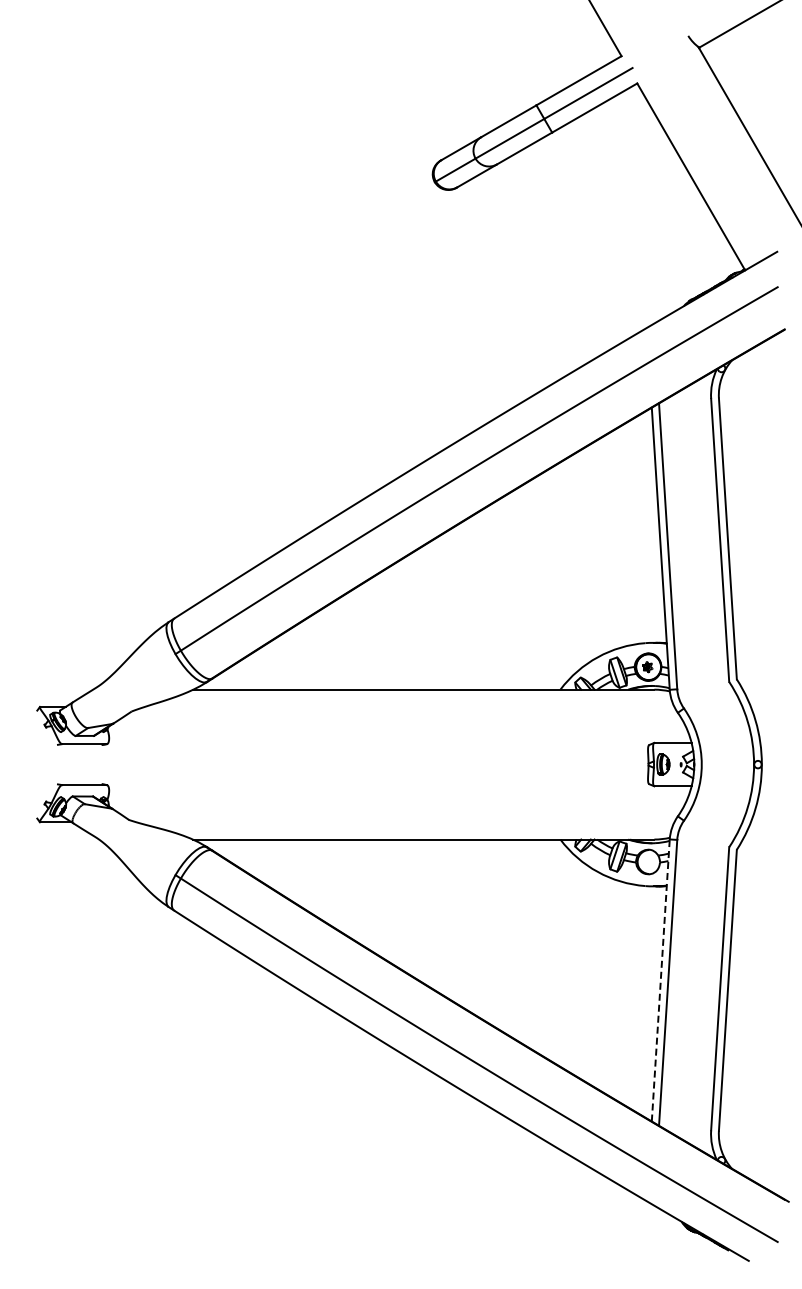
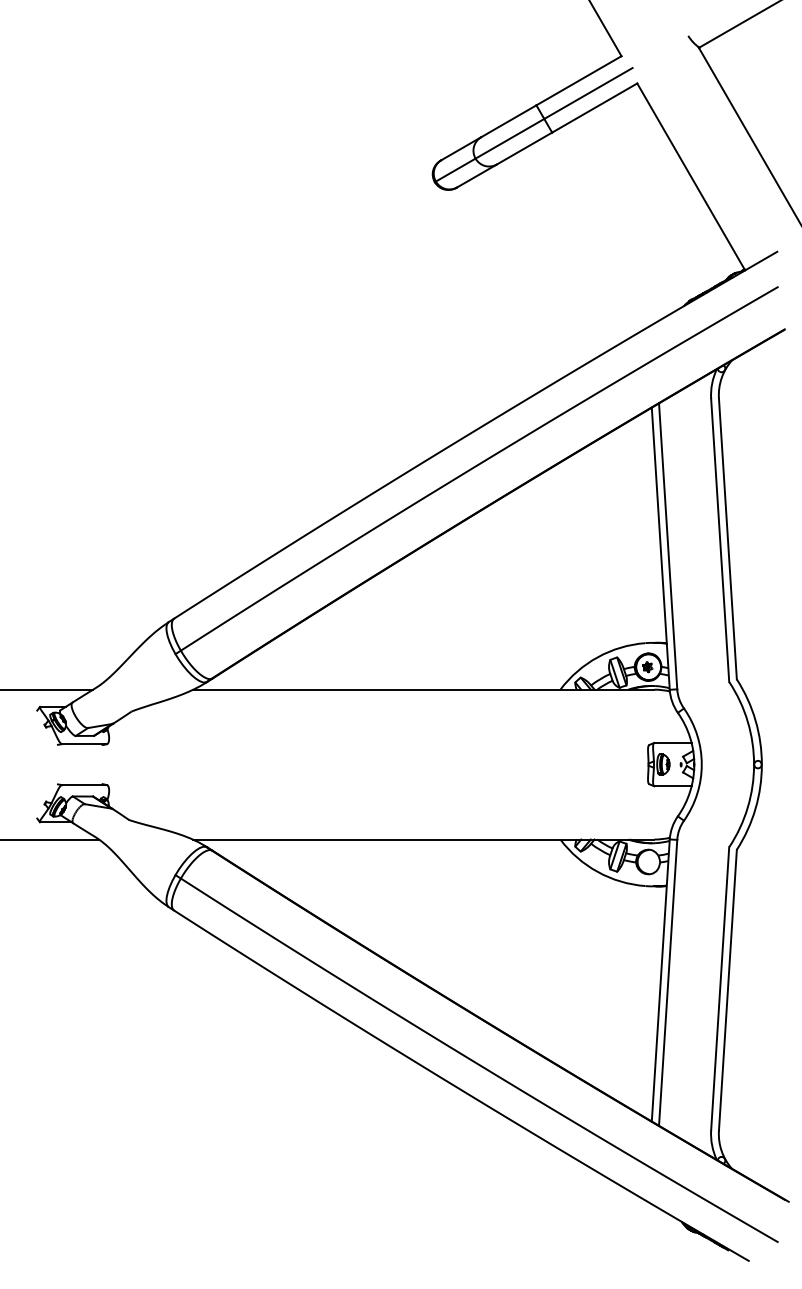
line at (47, 689): none -> present
line at (50, 839): none -> present
line at (660, 979): dashed -> solid
